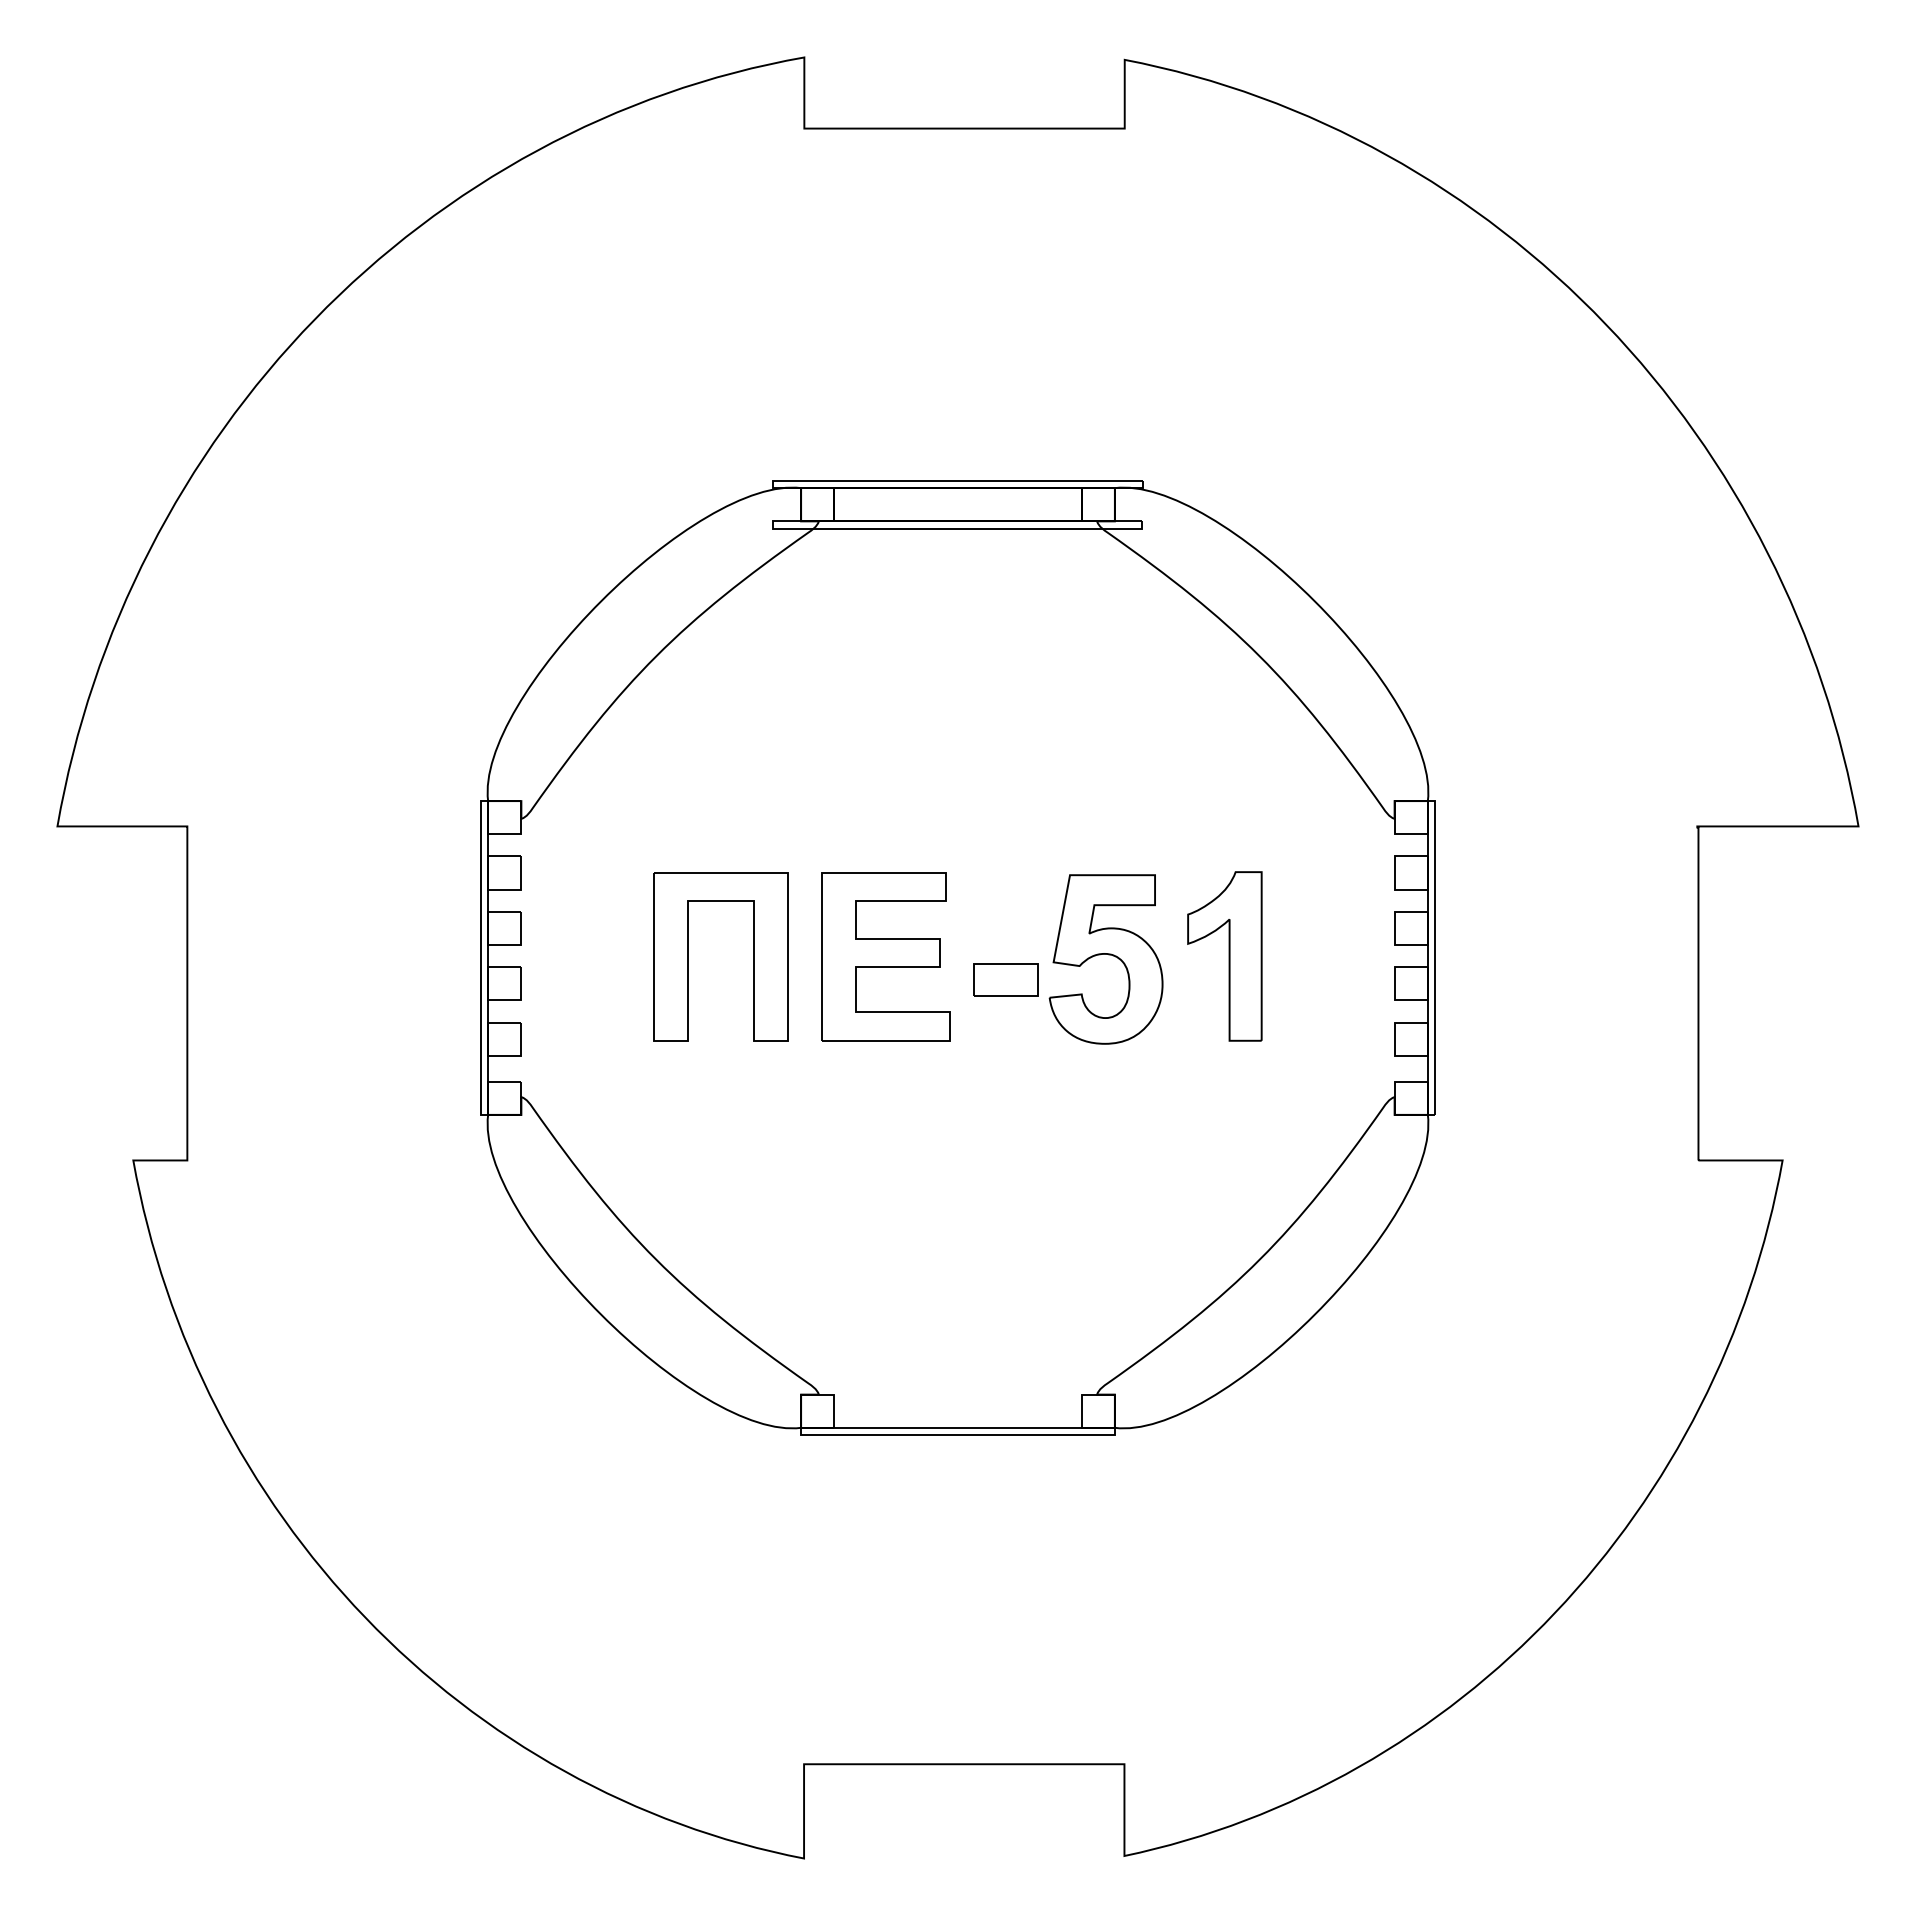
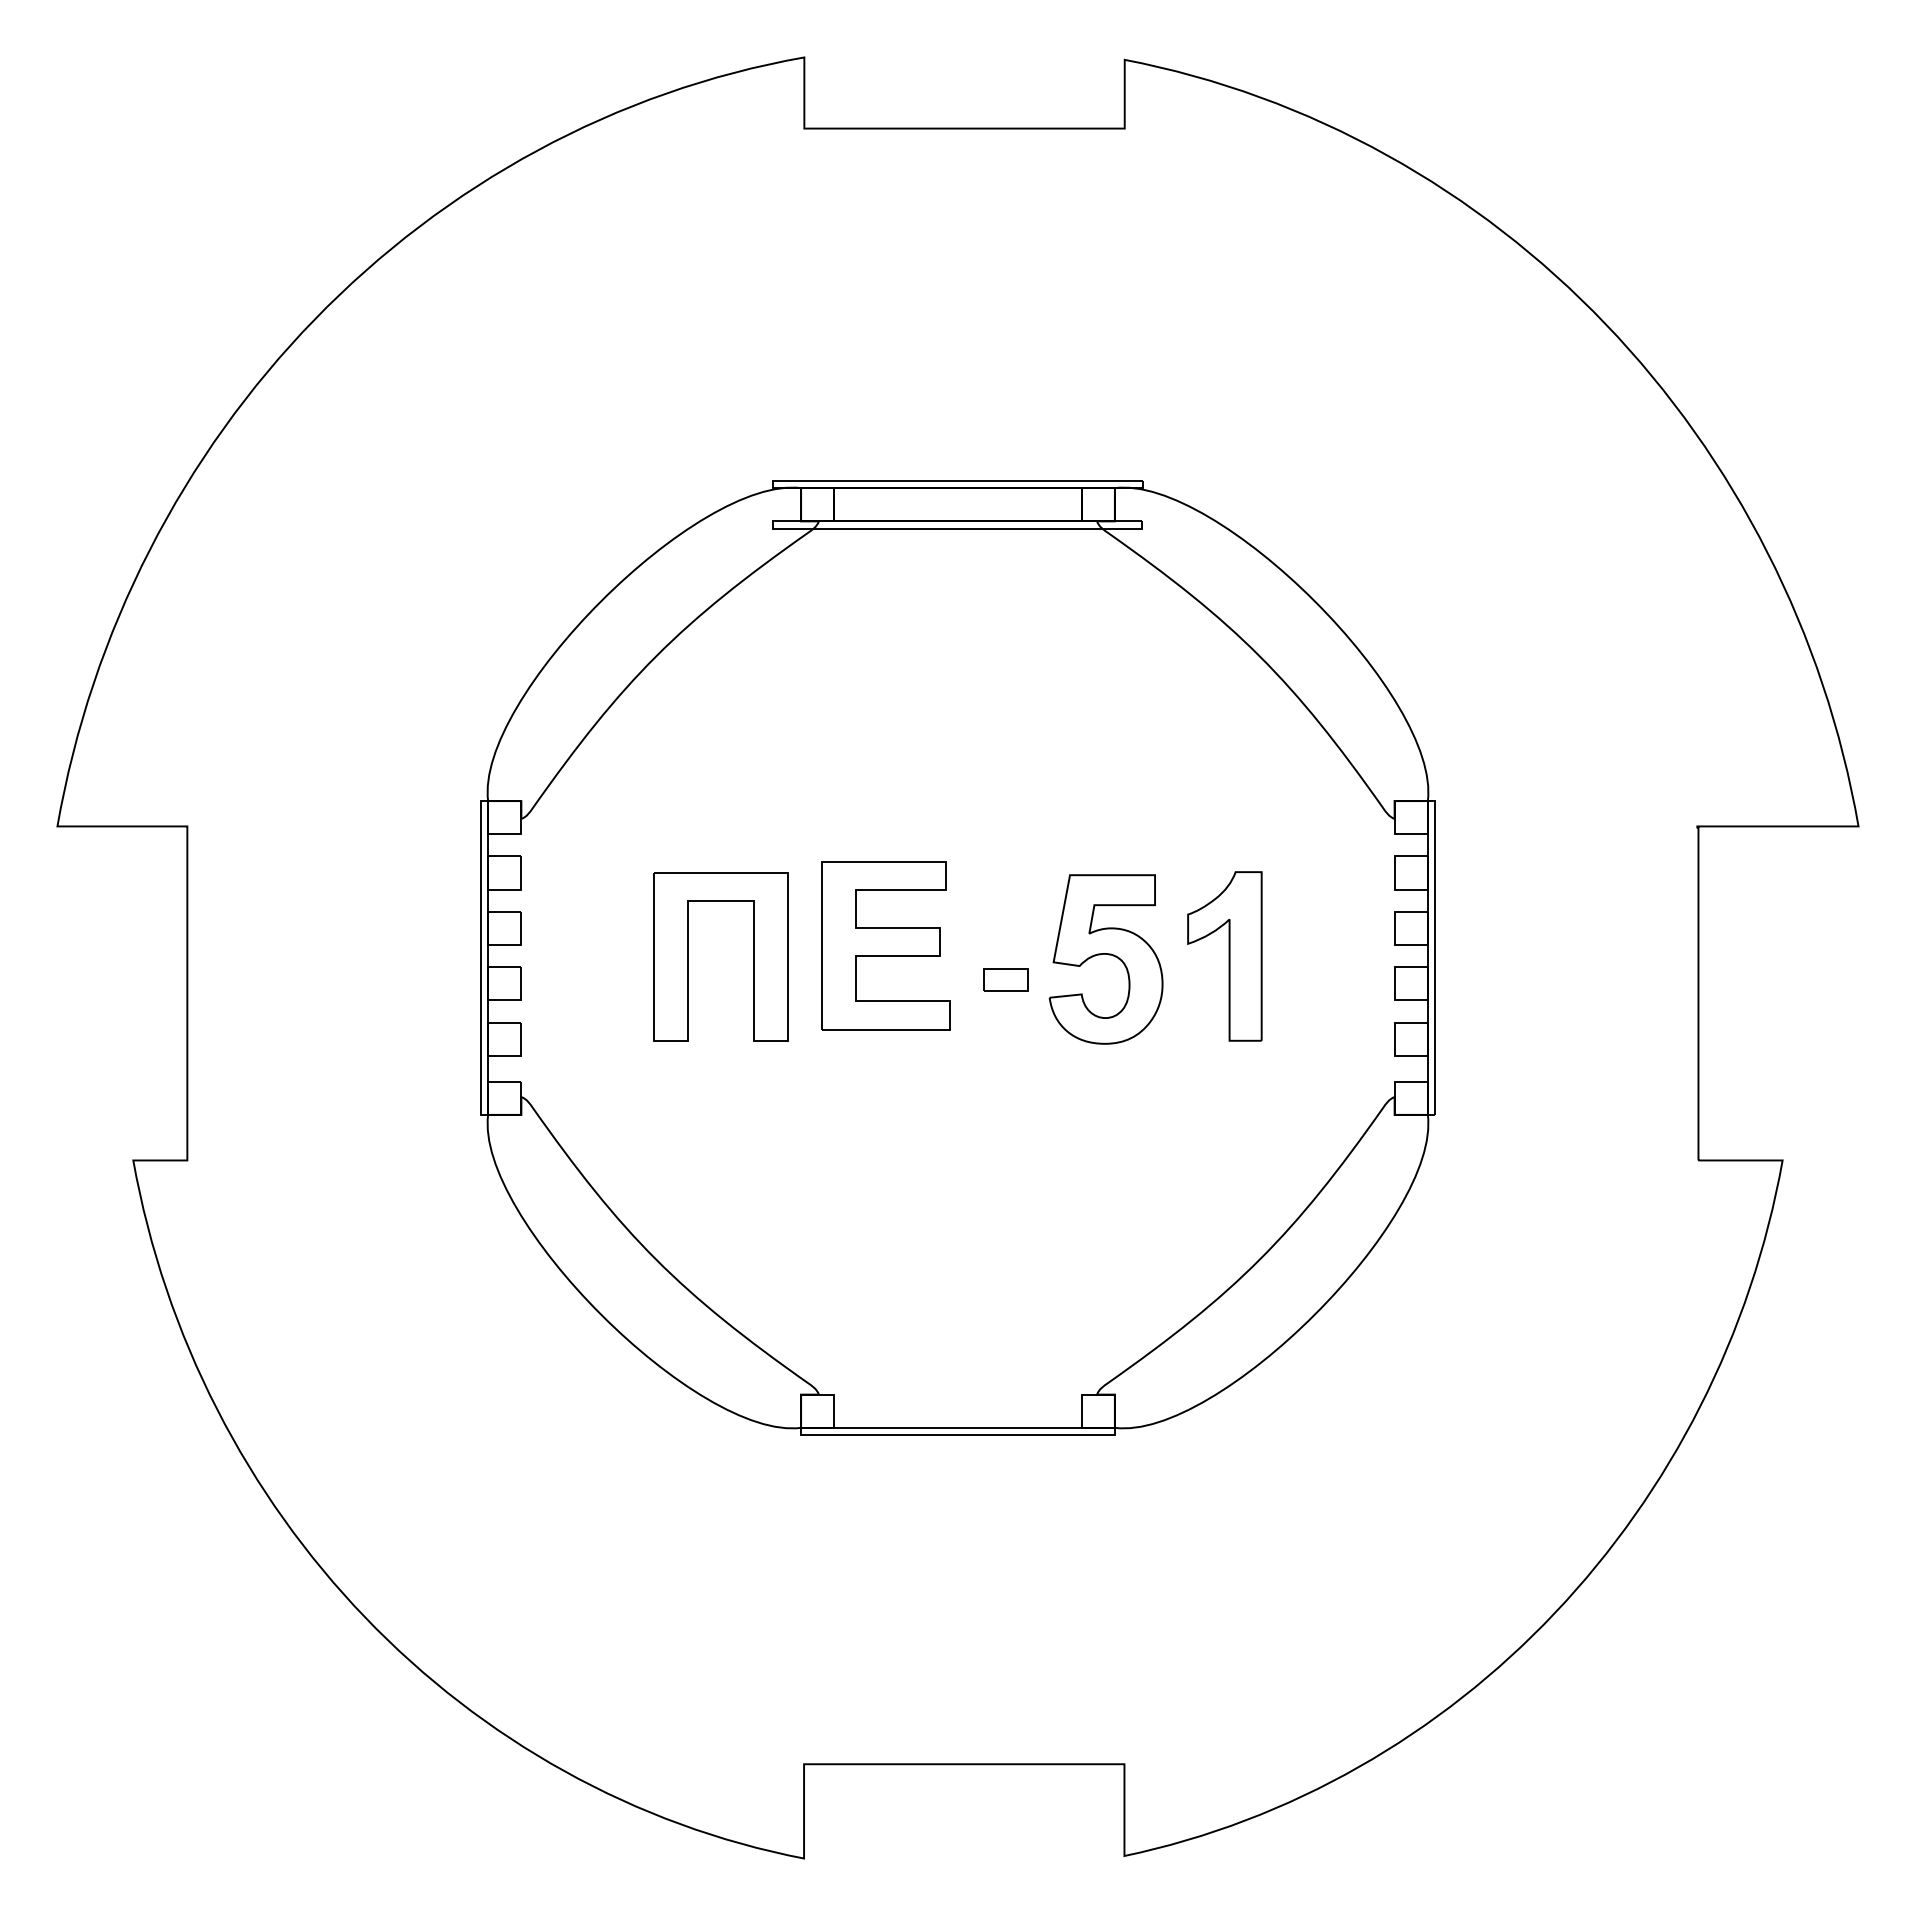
part at (885, 956) position: (885, 956) -> (885, 945)
part at (1005, 979) size: 66x34 px -> 46x24 px
